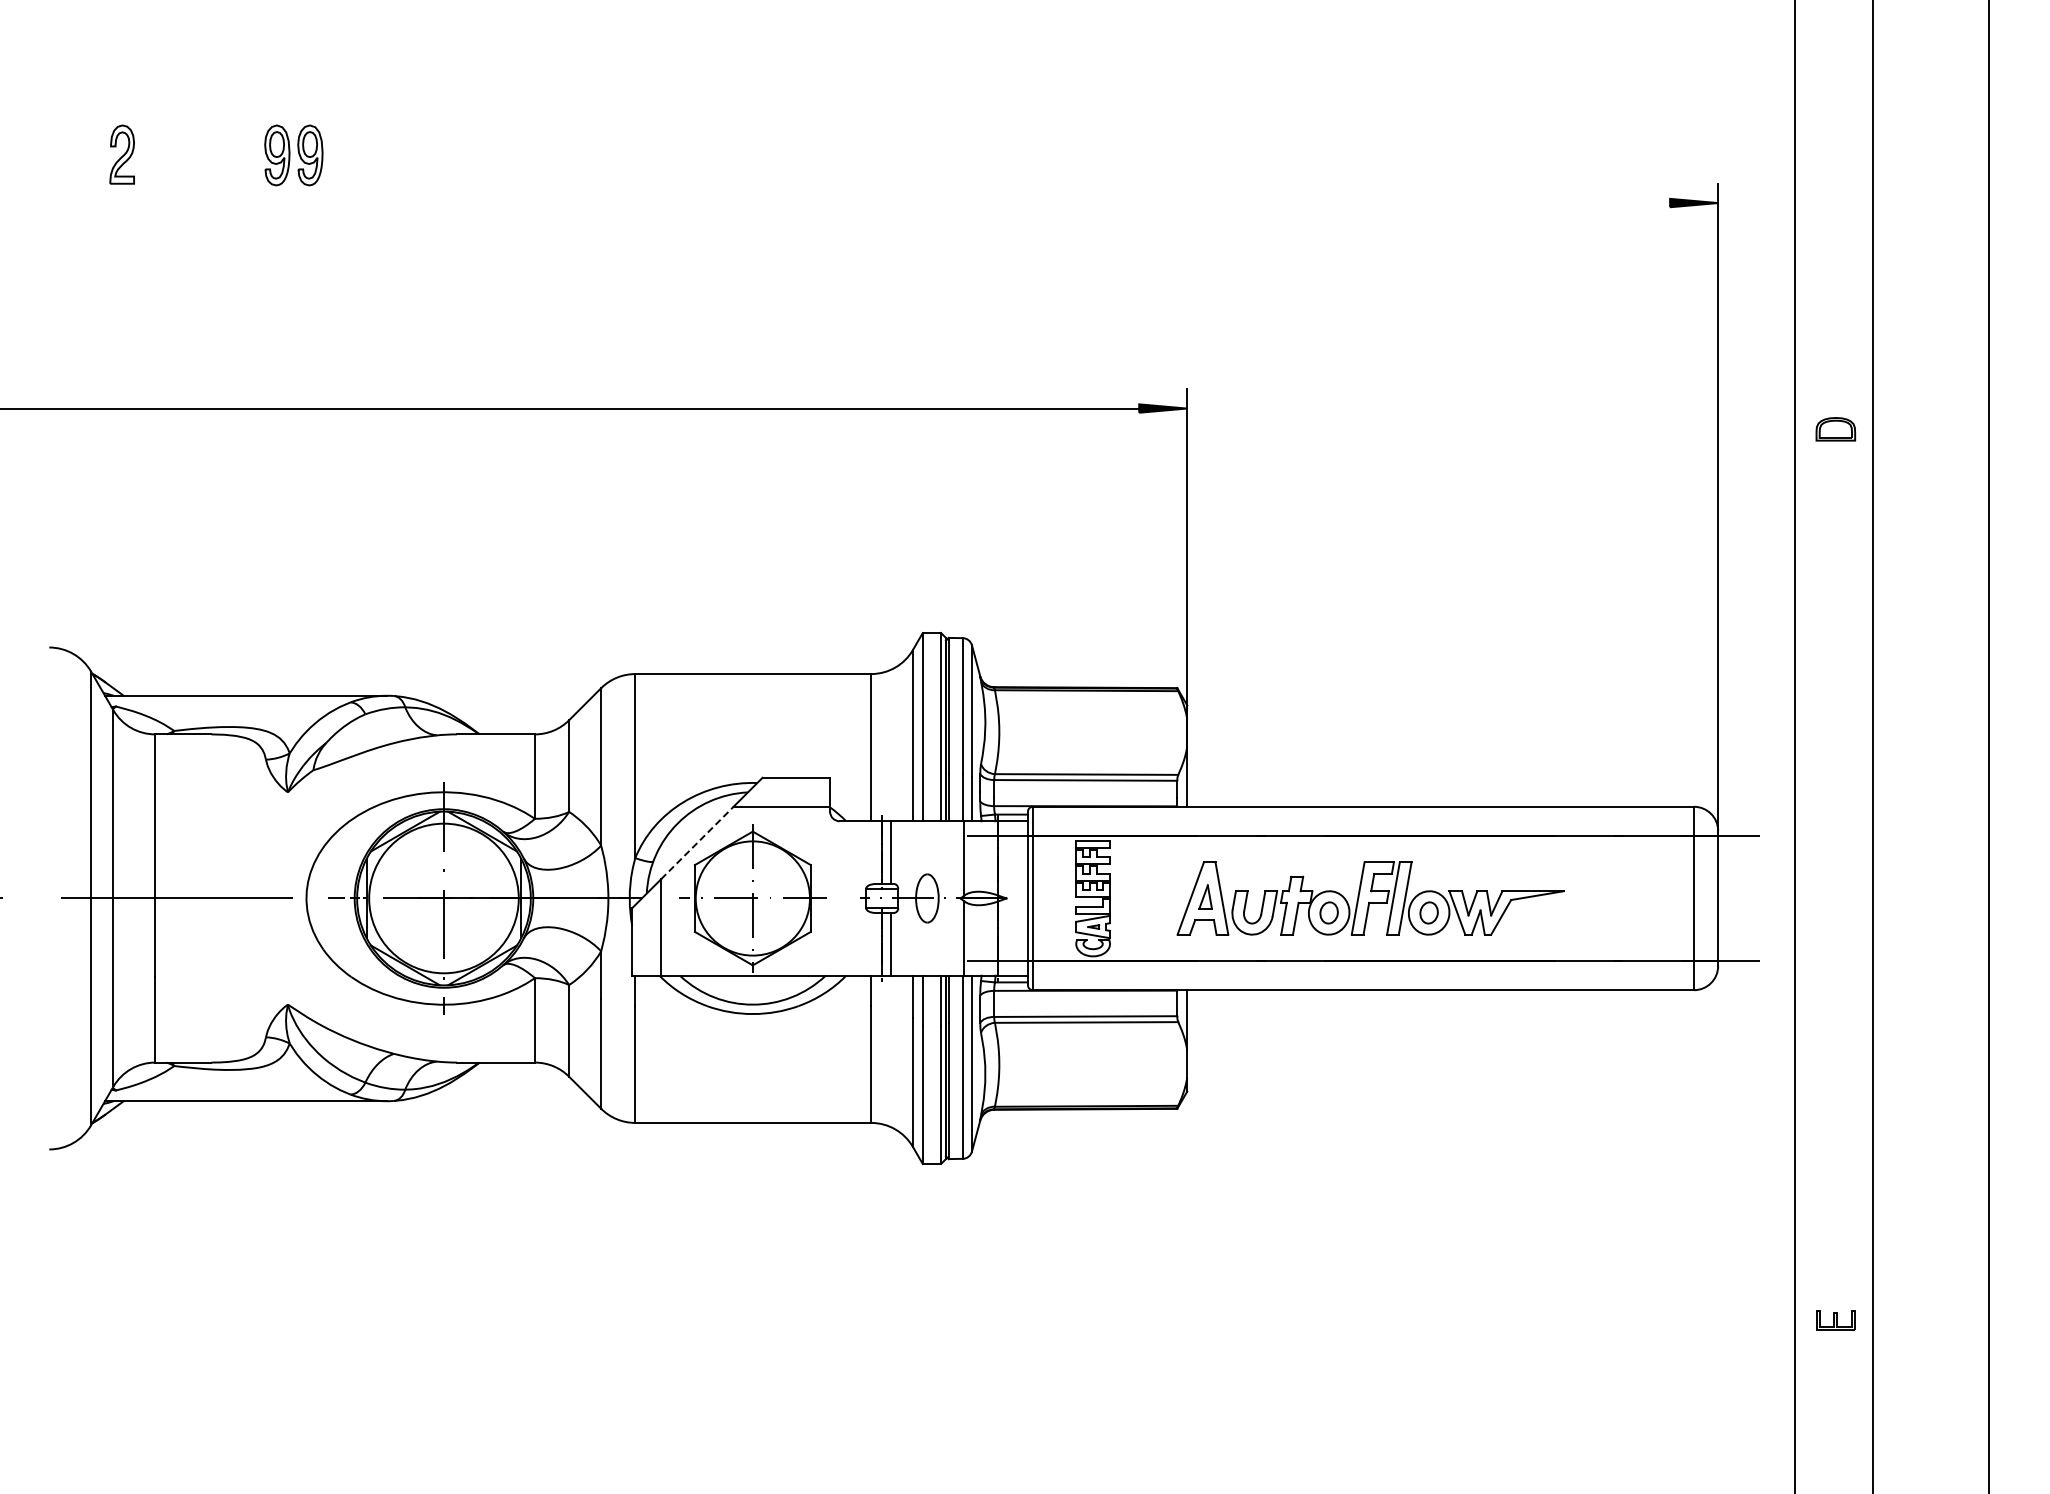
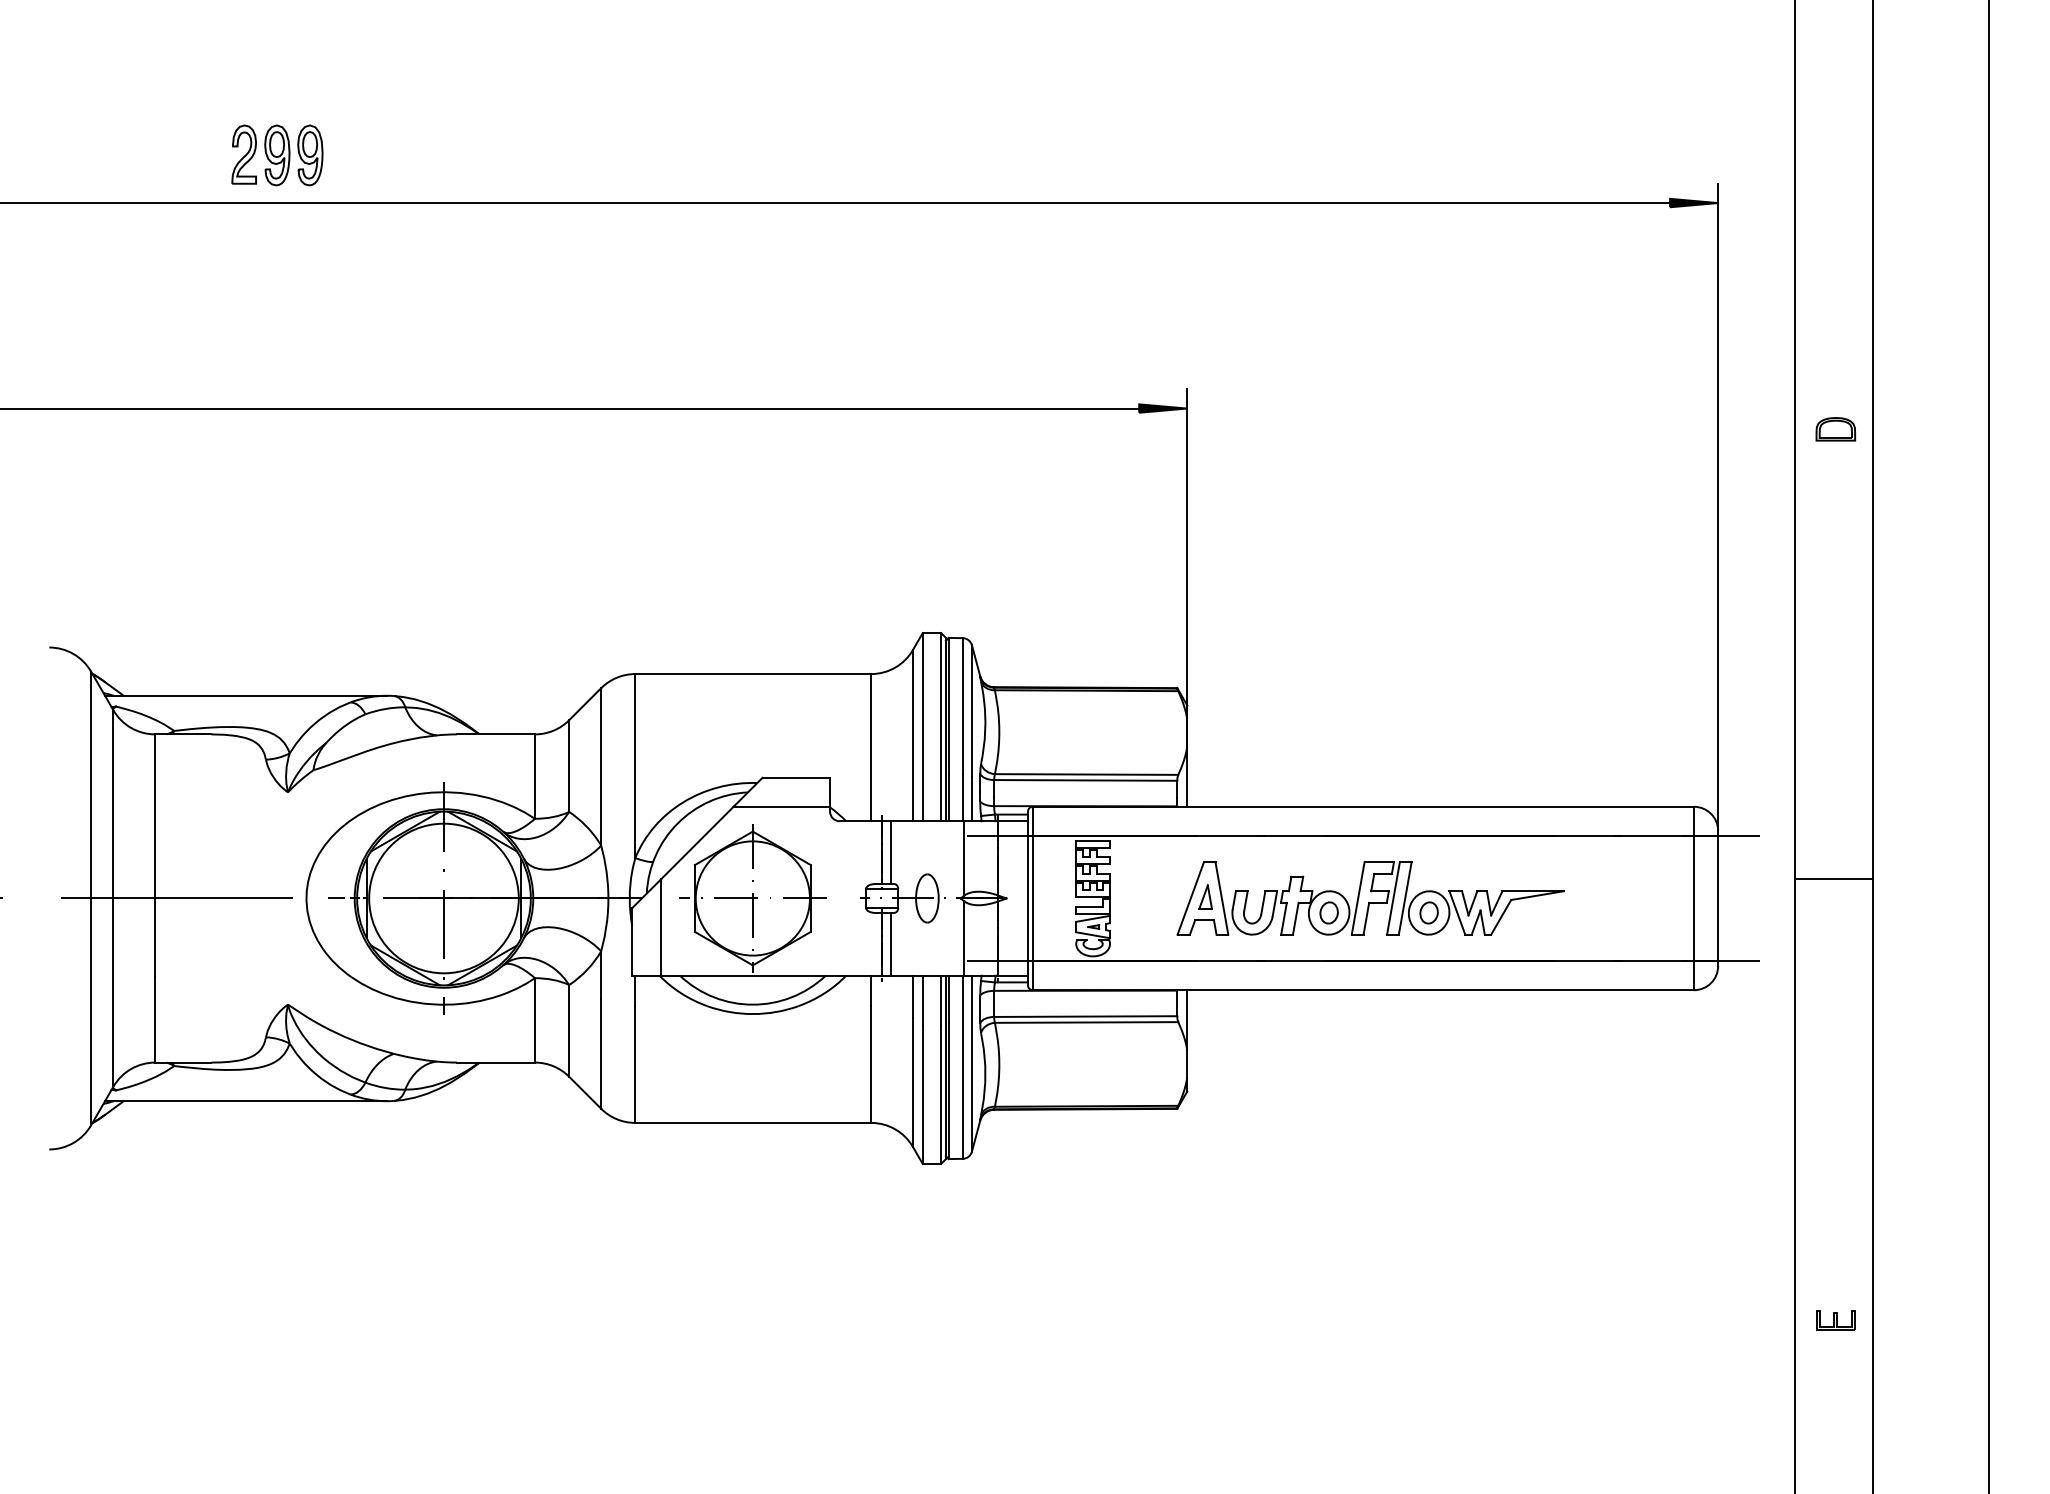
part at (121, 154) position: (121, 154) -> (243, 154)
line at (836, 203): none -> present
line at (697, 842): dashed -> solid
line at (1833, 878): none -> present
